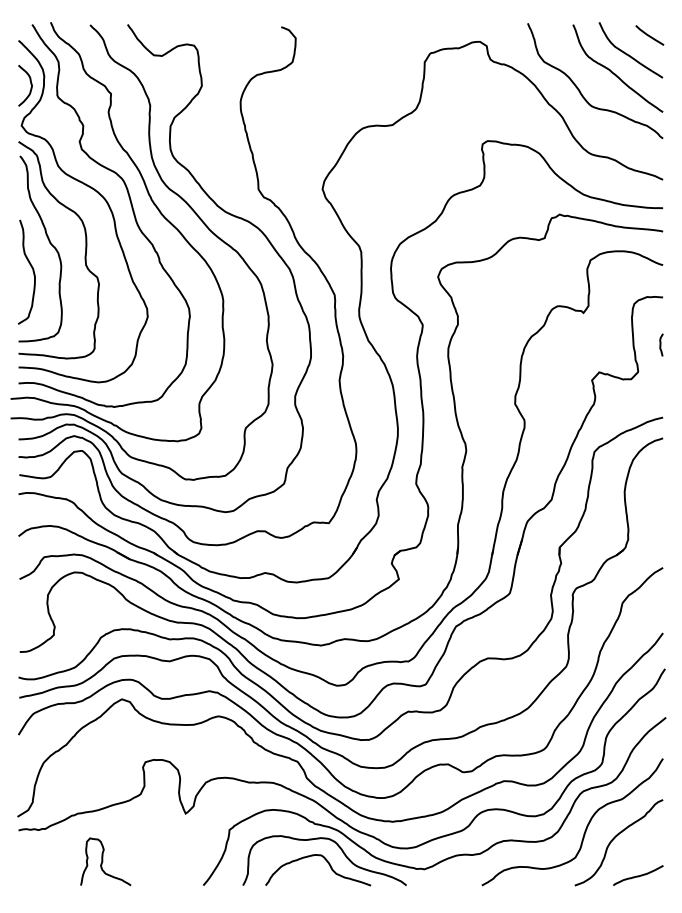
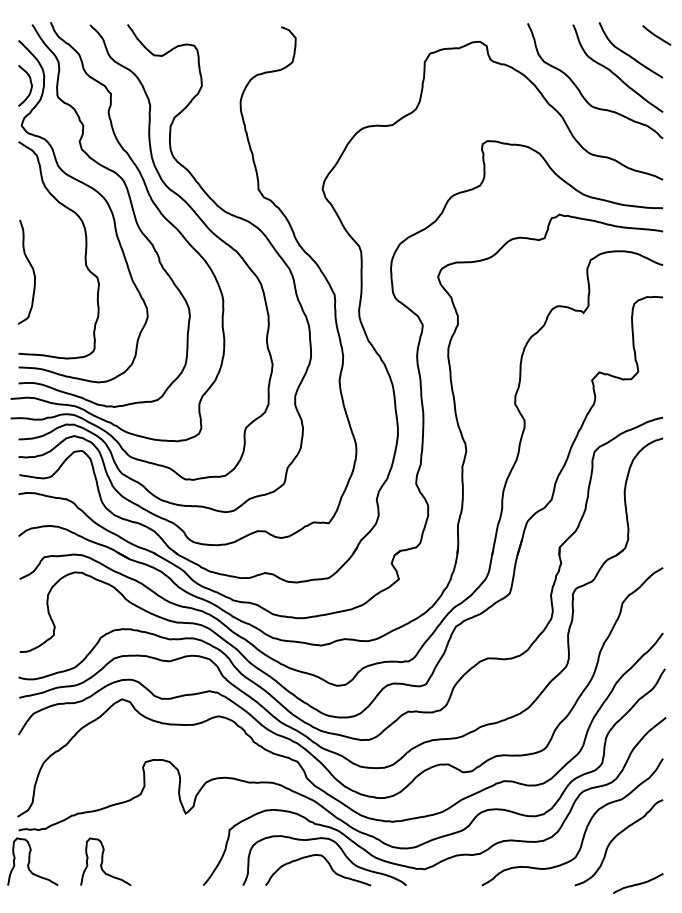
curve at (649, 35) position: (649, 35) -> (656, 35)
curve at (49, 243): present -> none
curve at (661, 344): present -> none
curve at (30, 861): none -> present
curve at (638, 875) position: (638, 875) -> (638, 883)
